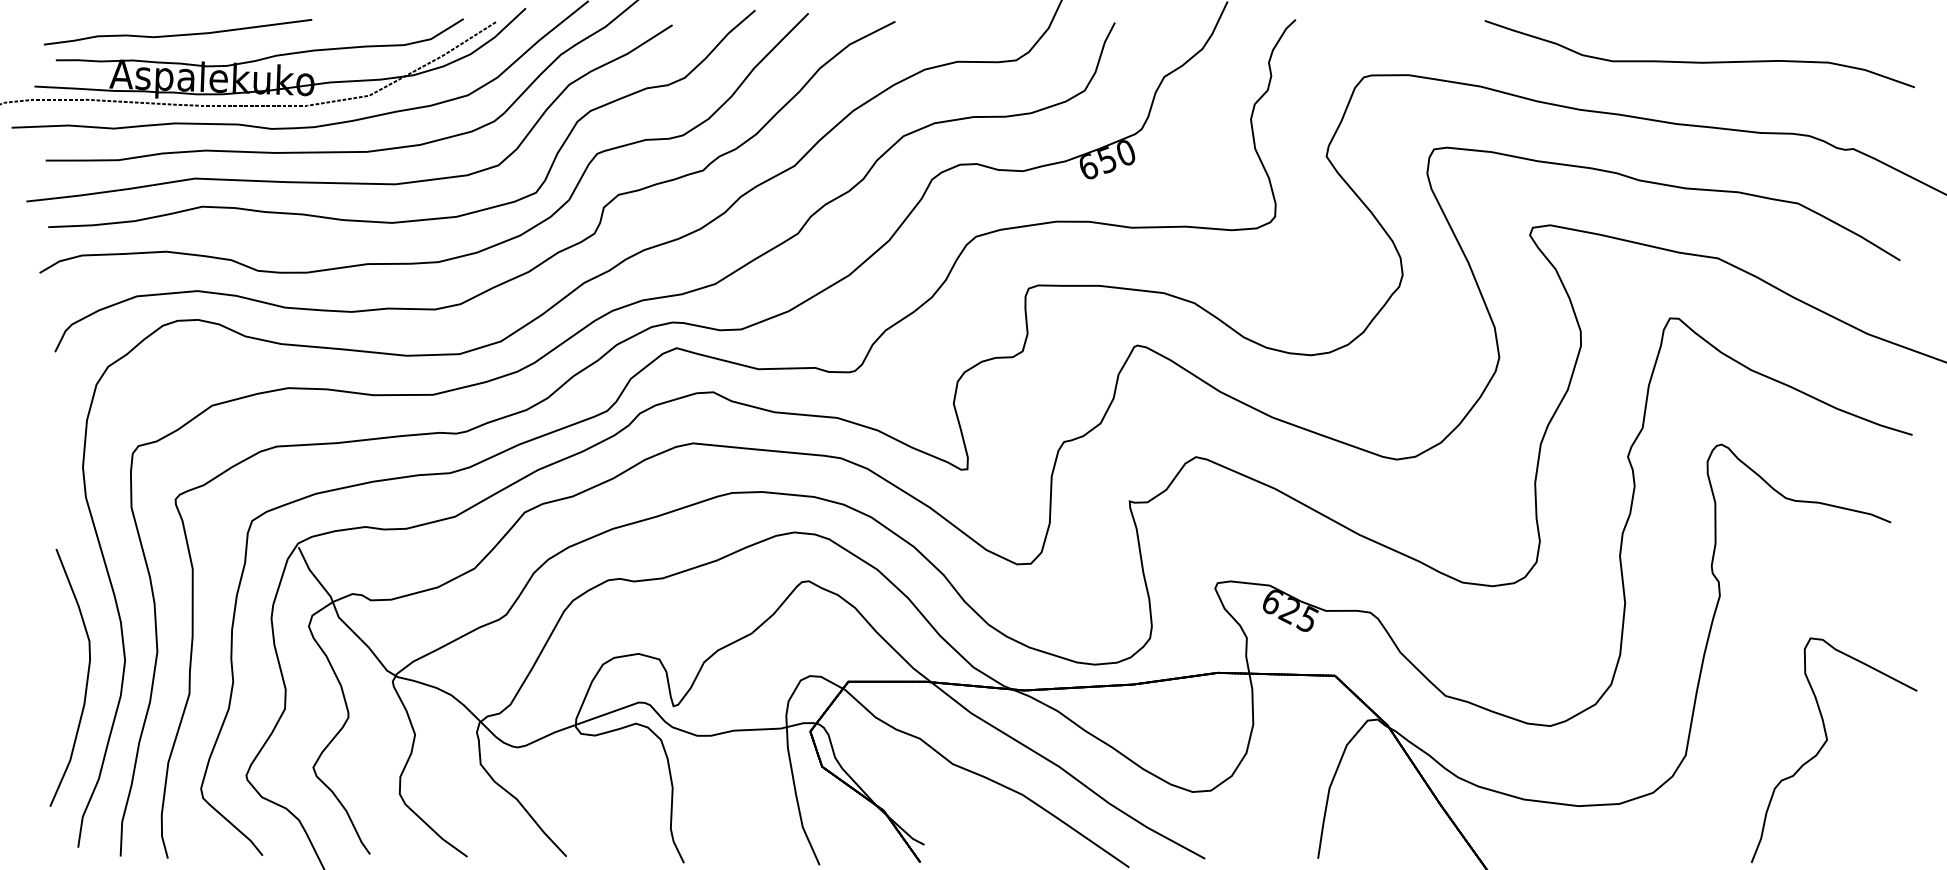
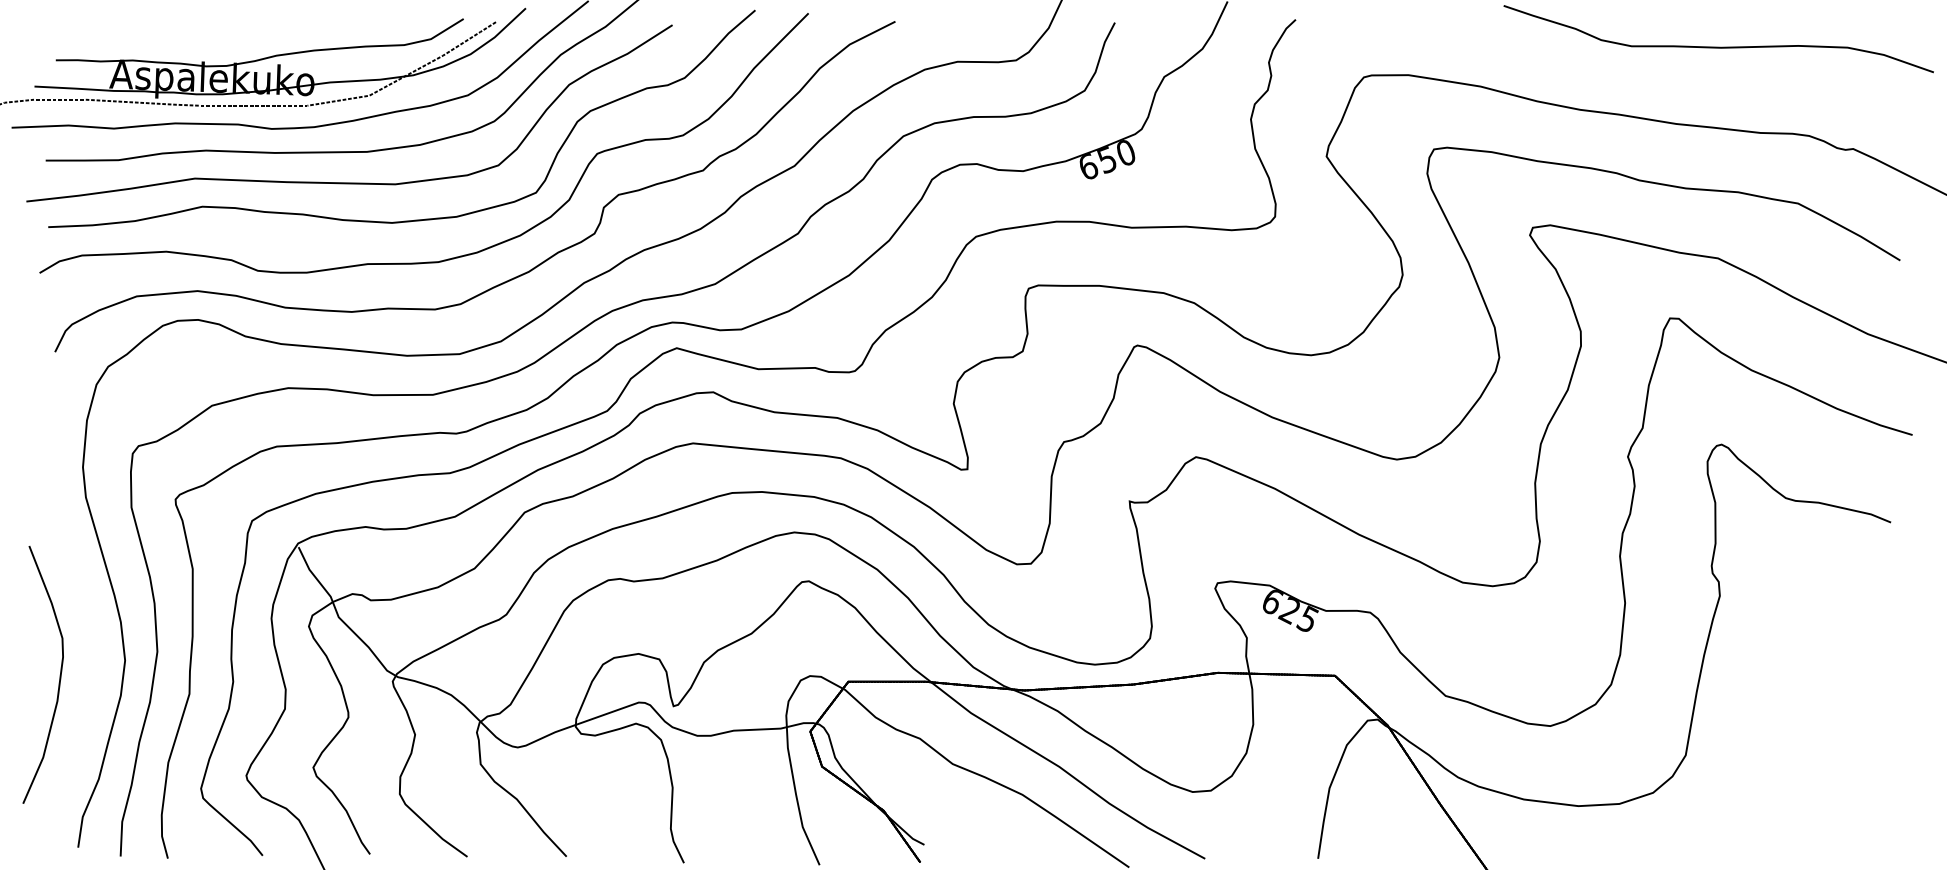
curve at (177, 34): present -> none
curve at (1699, 61) position: (1699, 61) -> (1718, 46)
curve at (86, 678) position: (86, 678) -> (59, 675)
curve at (1825, 744): present -> none
